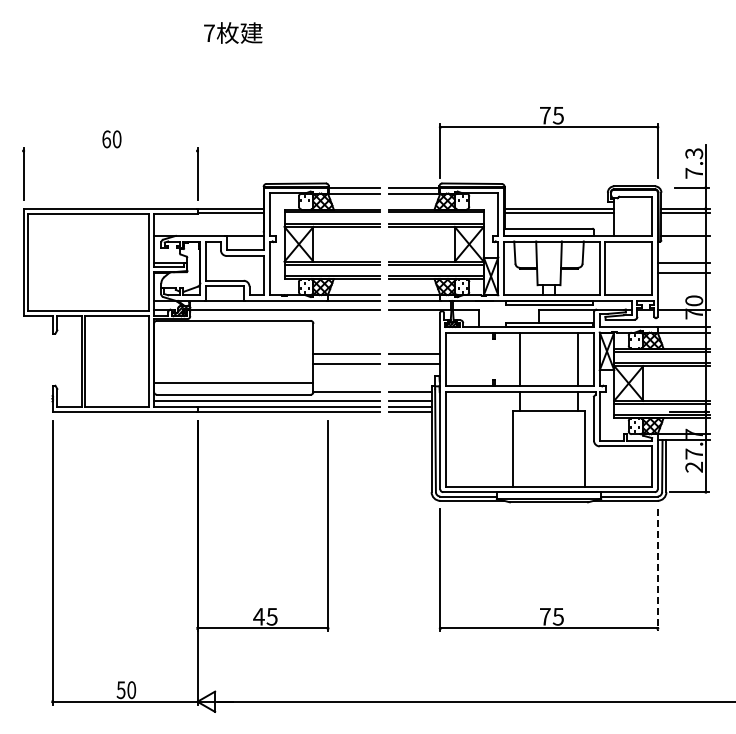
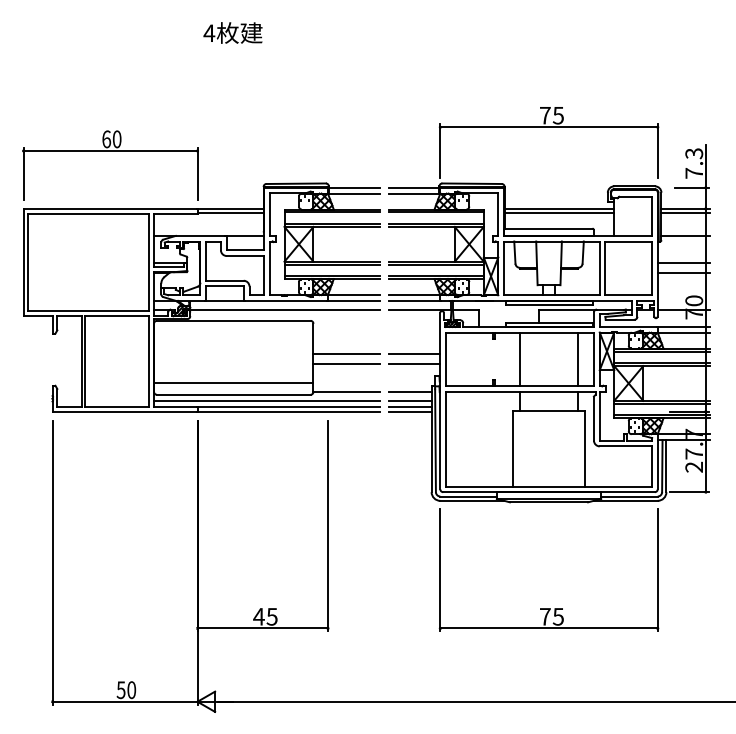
text at (209, 32): 7 -> 4
line at (110, 150): none -> present
line at (657, 570): dashed -> solid
